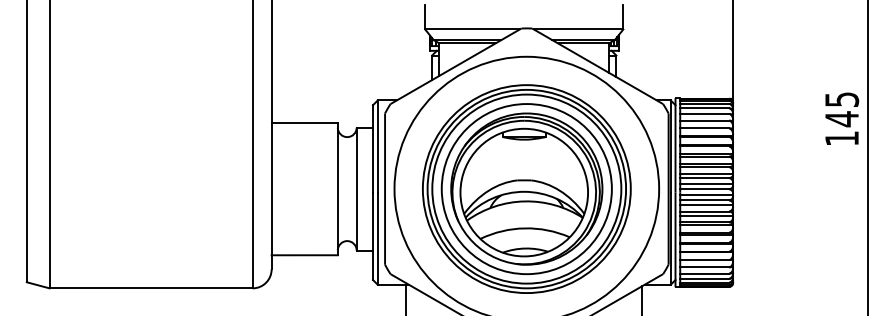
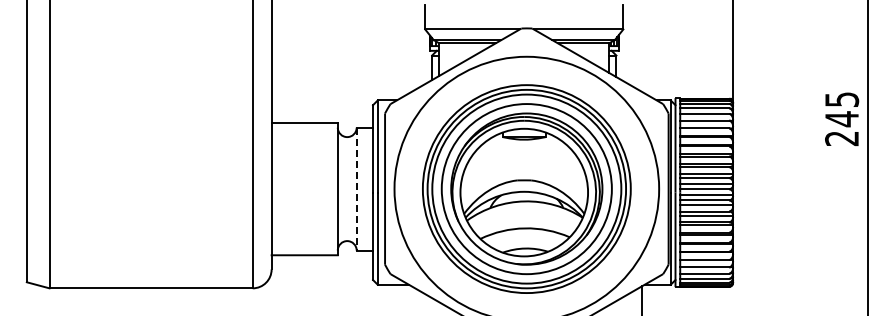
text at (841, 138): 145 -> 245
line at (356, 189): solid -> dashed
line at (406, 298): present -> none
